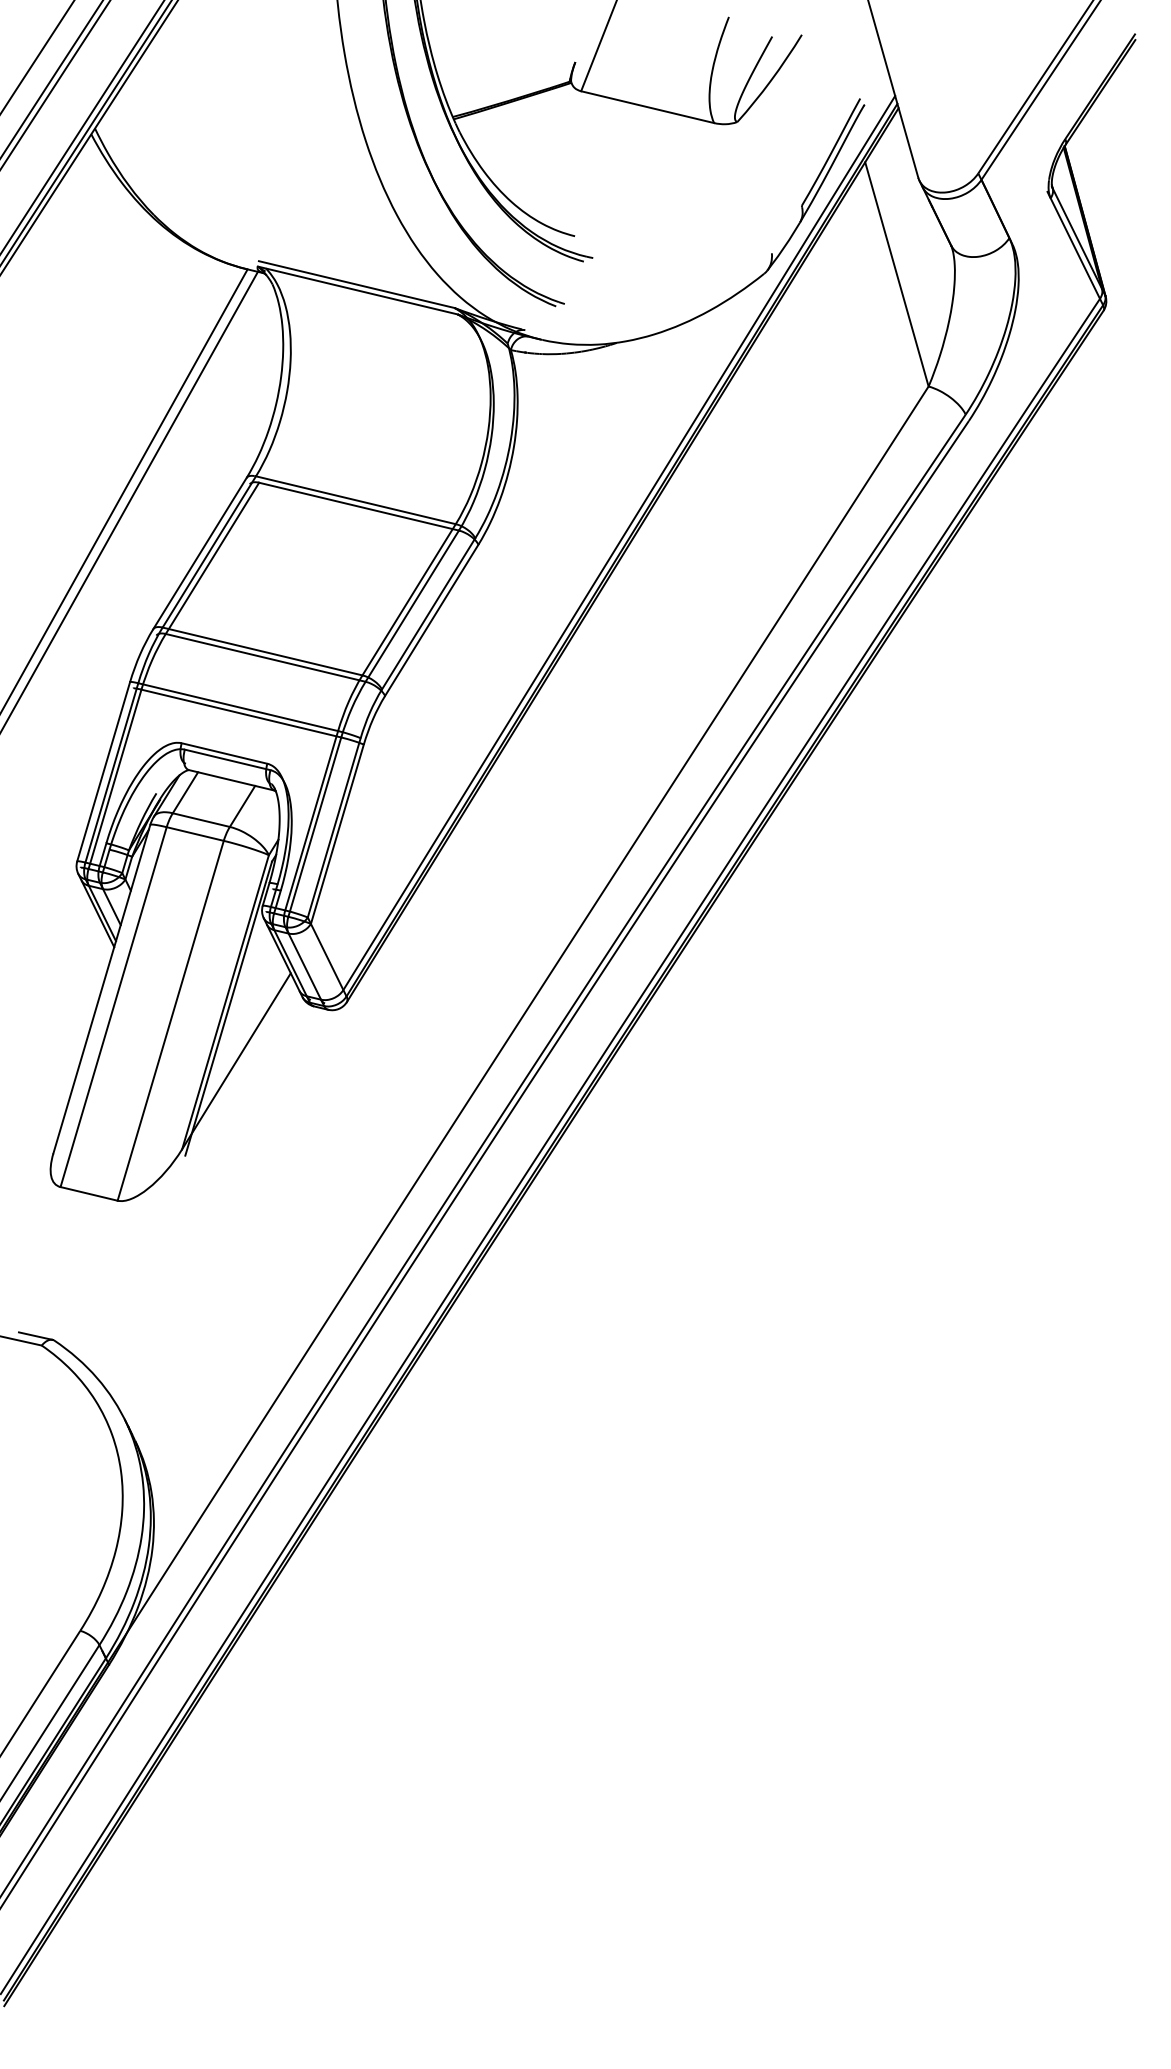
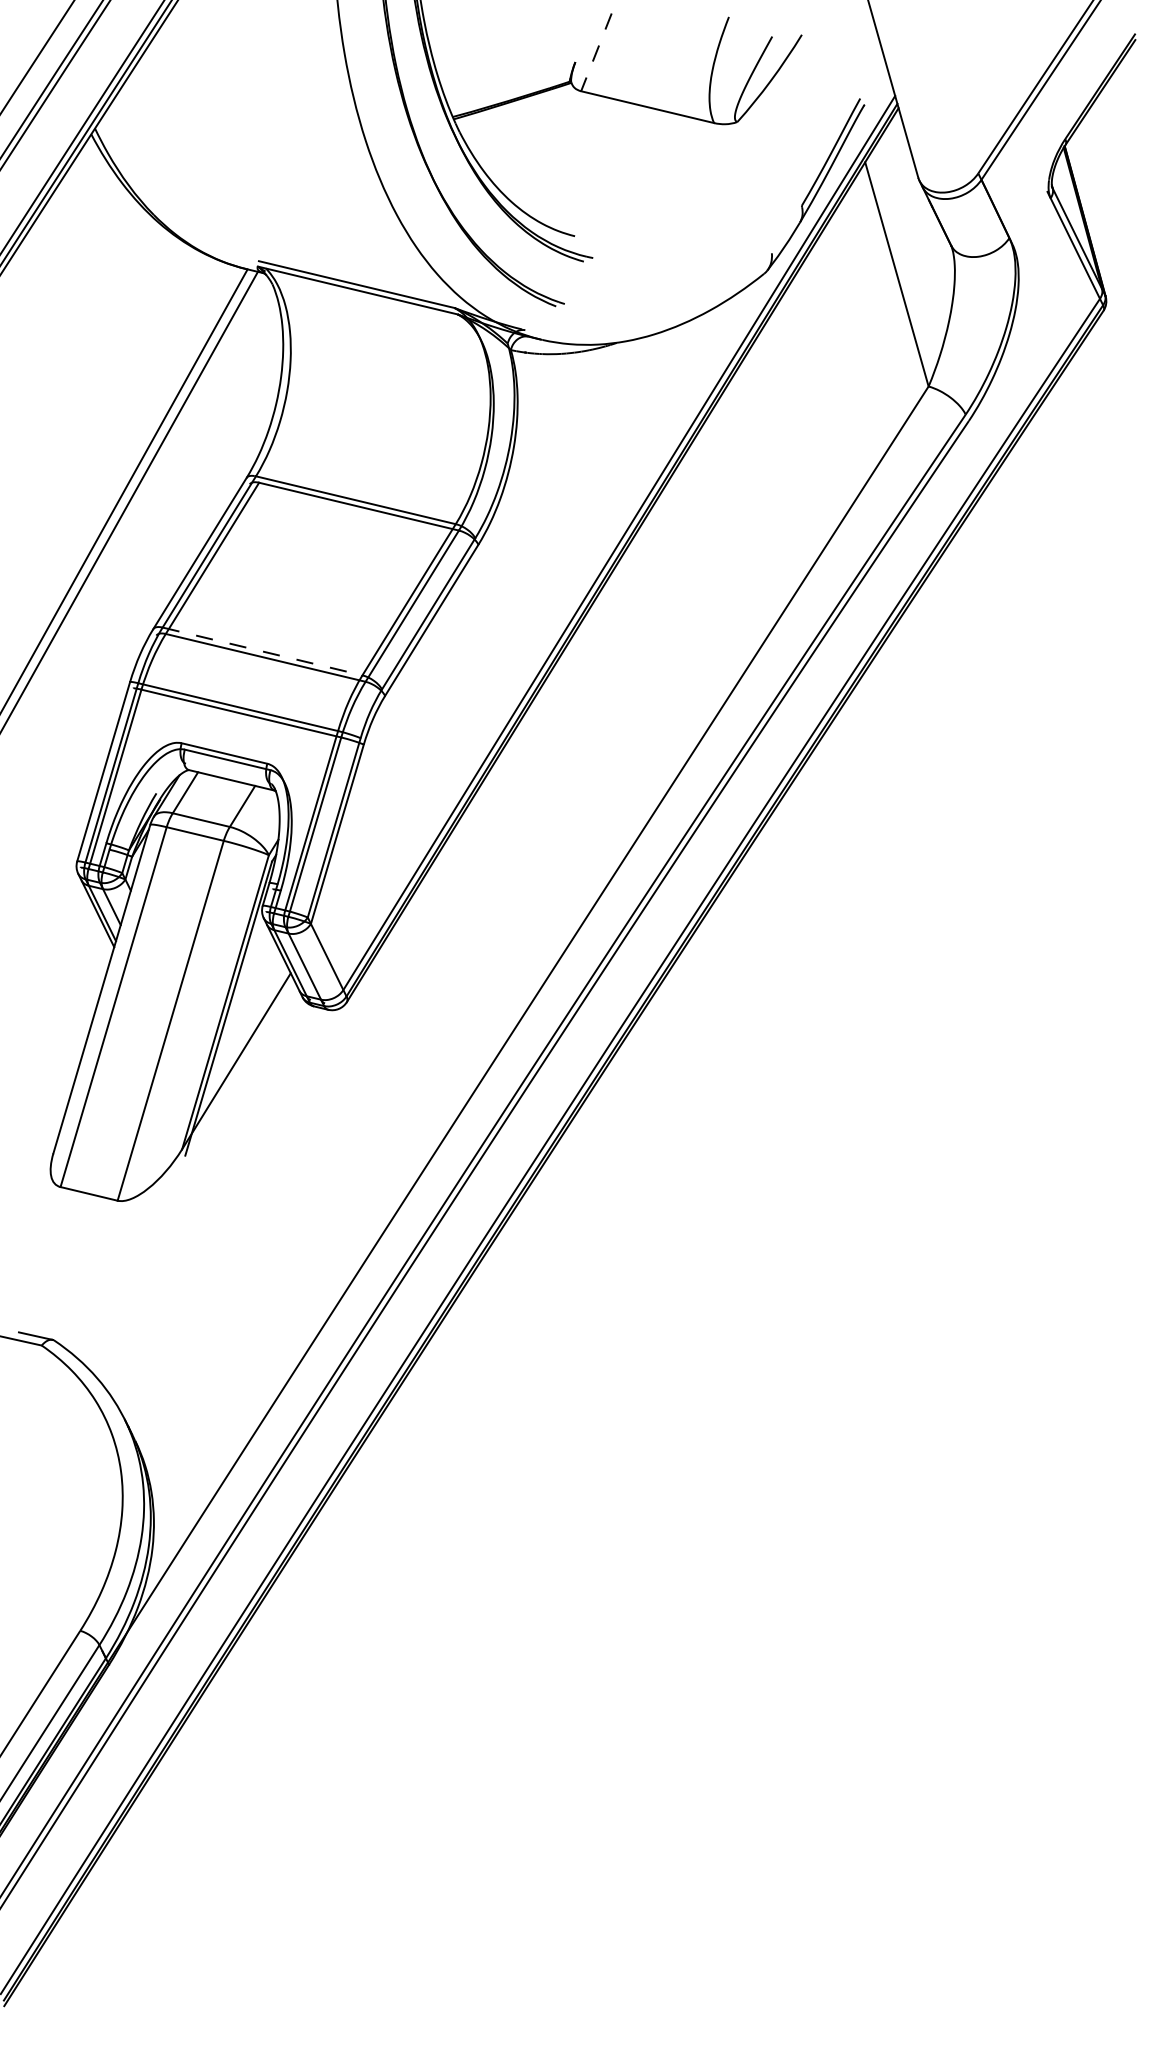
line at (599, 45): solid -> dashed
line at (262, 651): solid -> dashed
